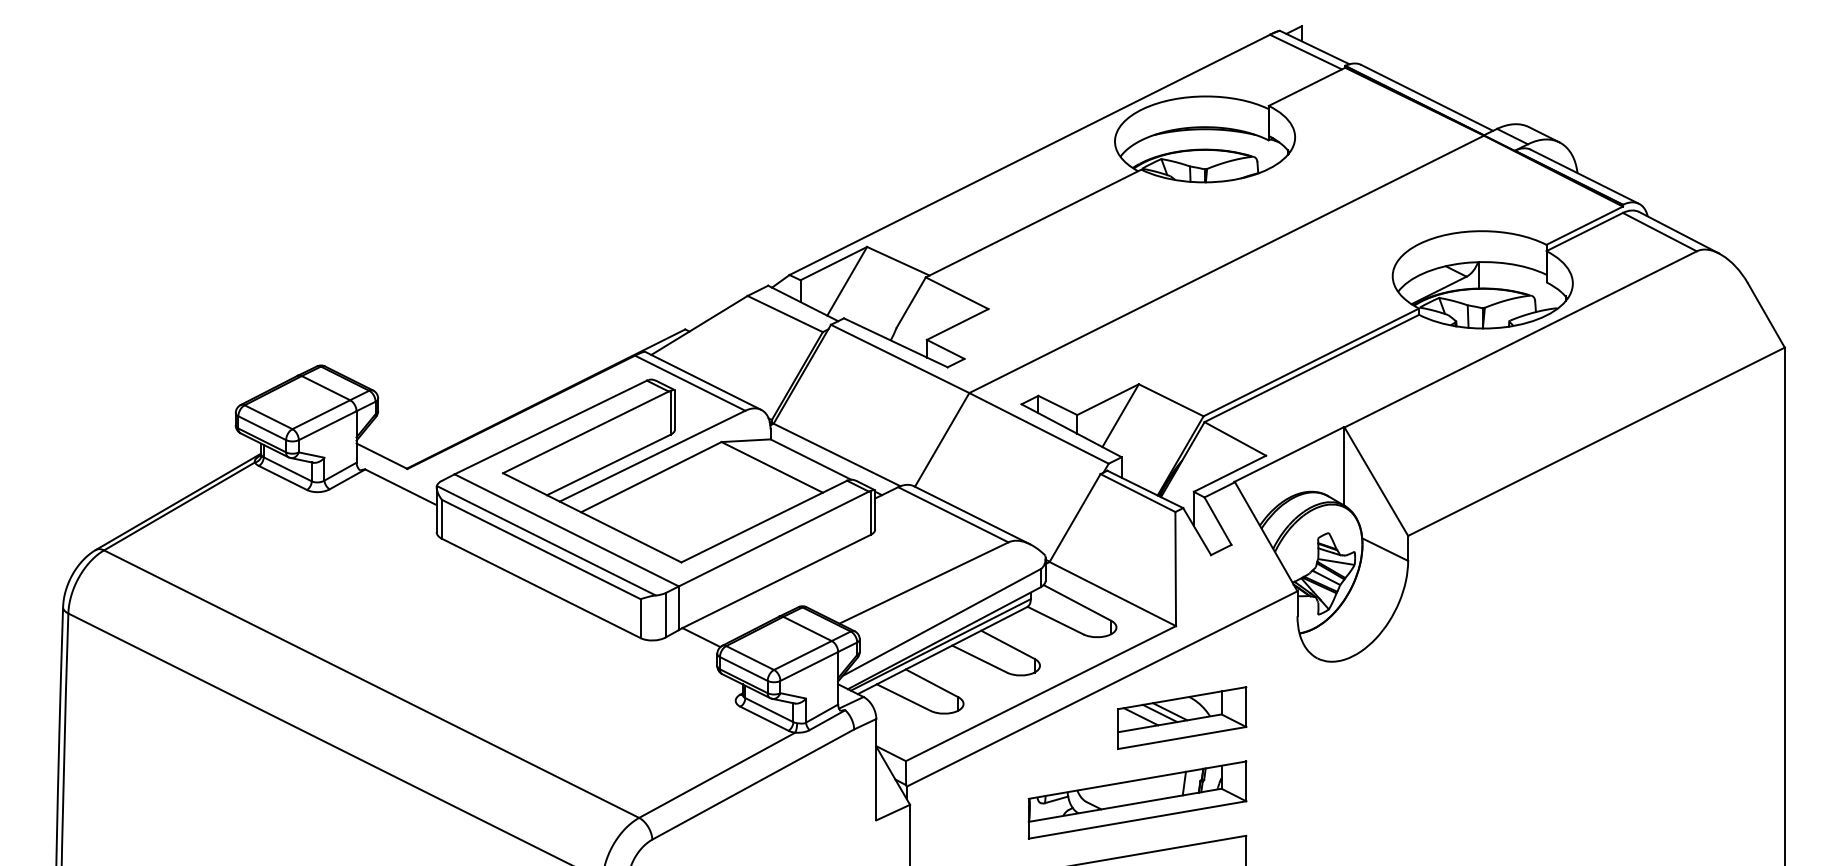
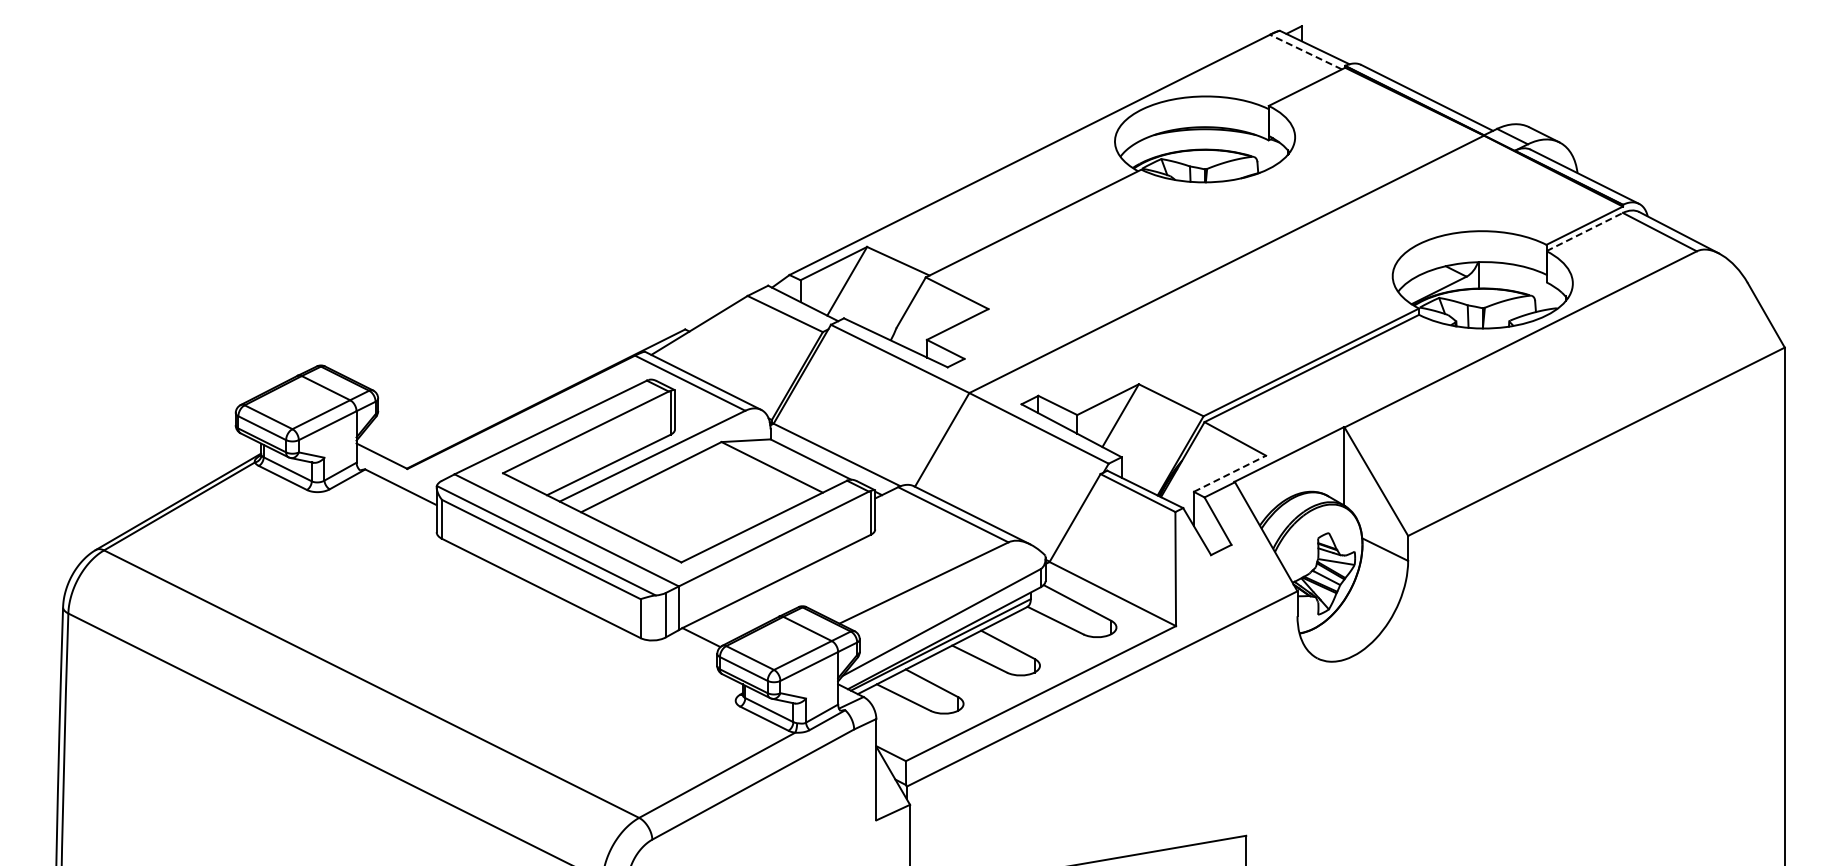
line at (1305, 52): solid -> dashed
line at (1584, 232): solid -> dashed
line at (1230, 473): solid -> dashed
part at (1182, 717): present -> none
part at (1137, 799): present -> none
